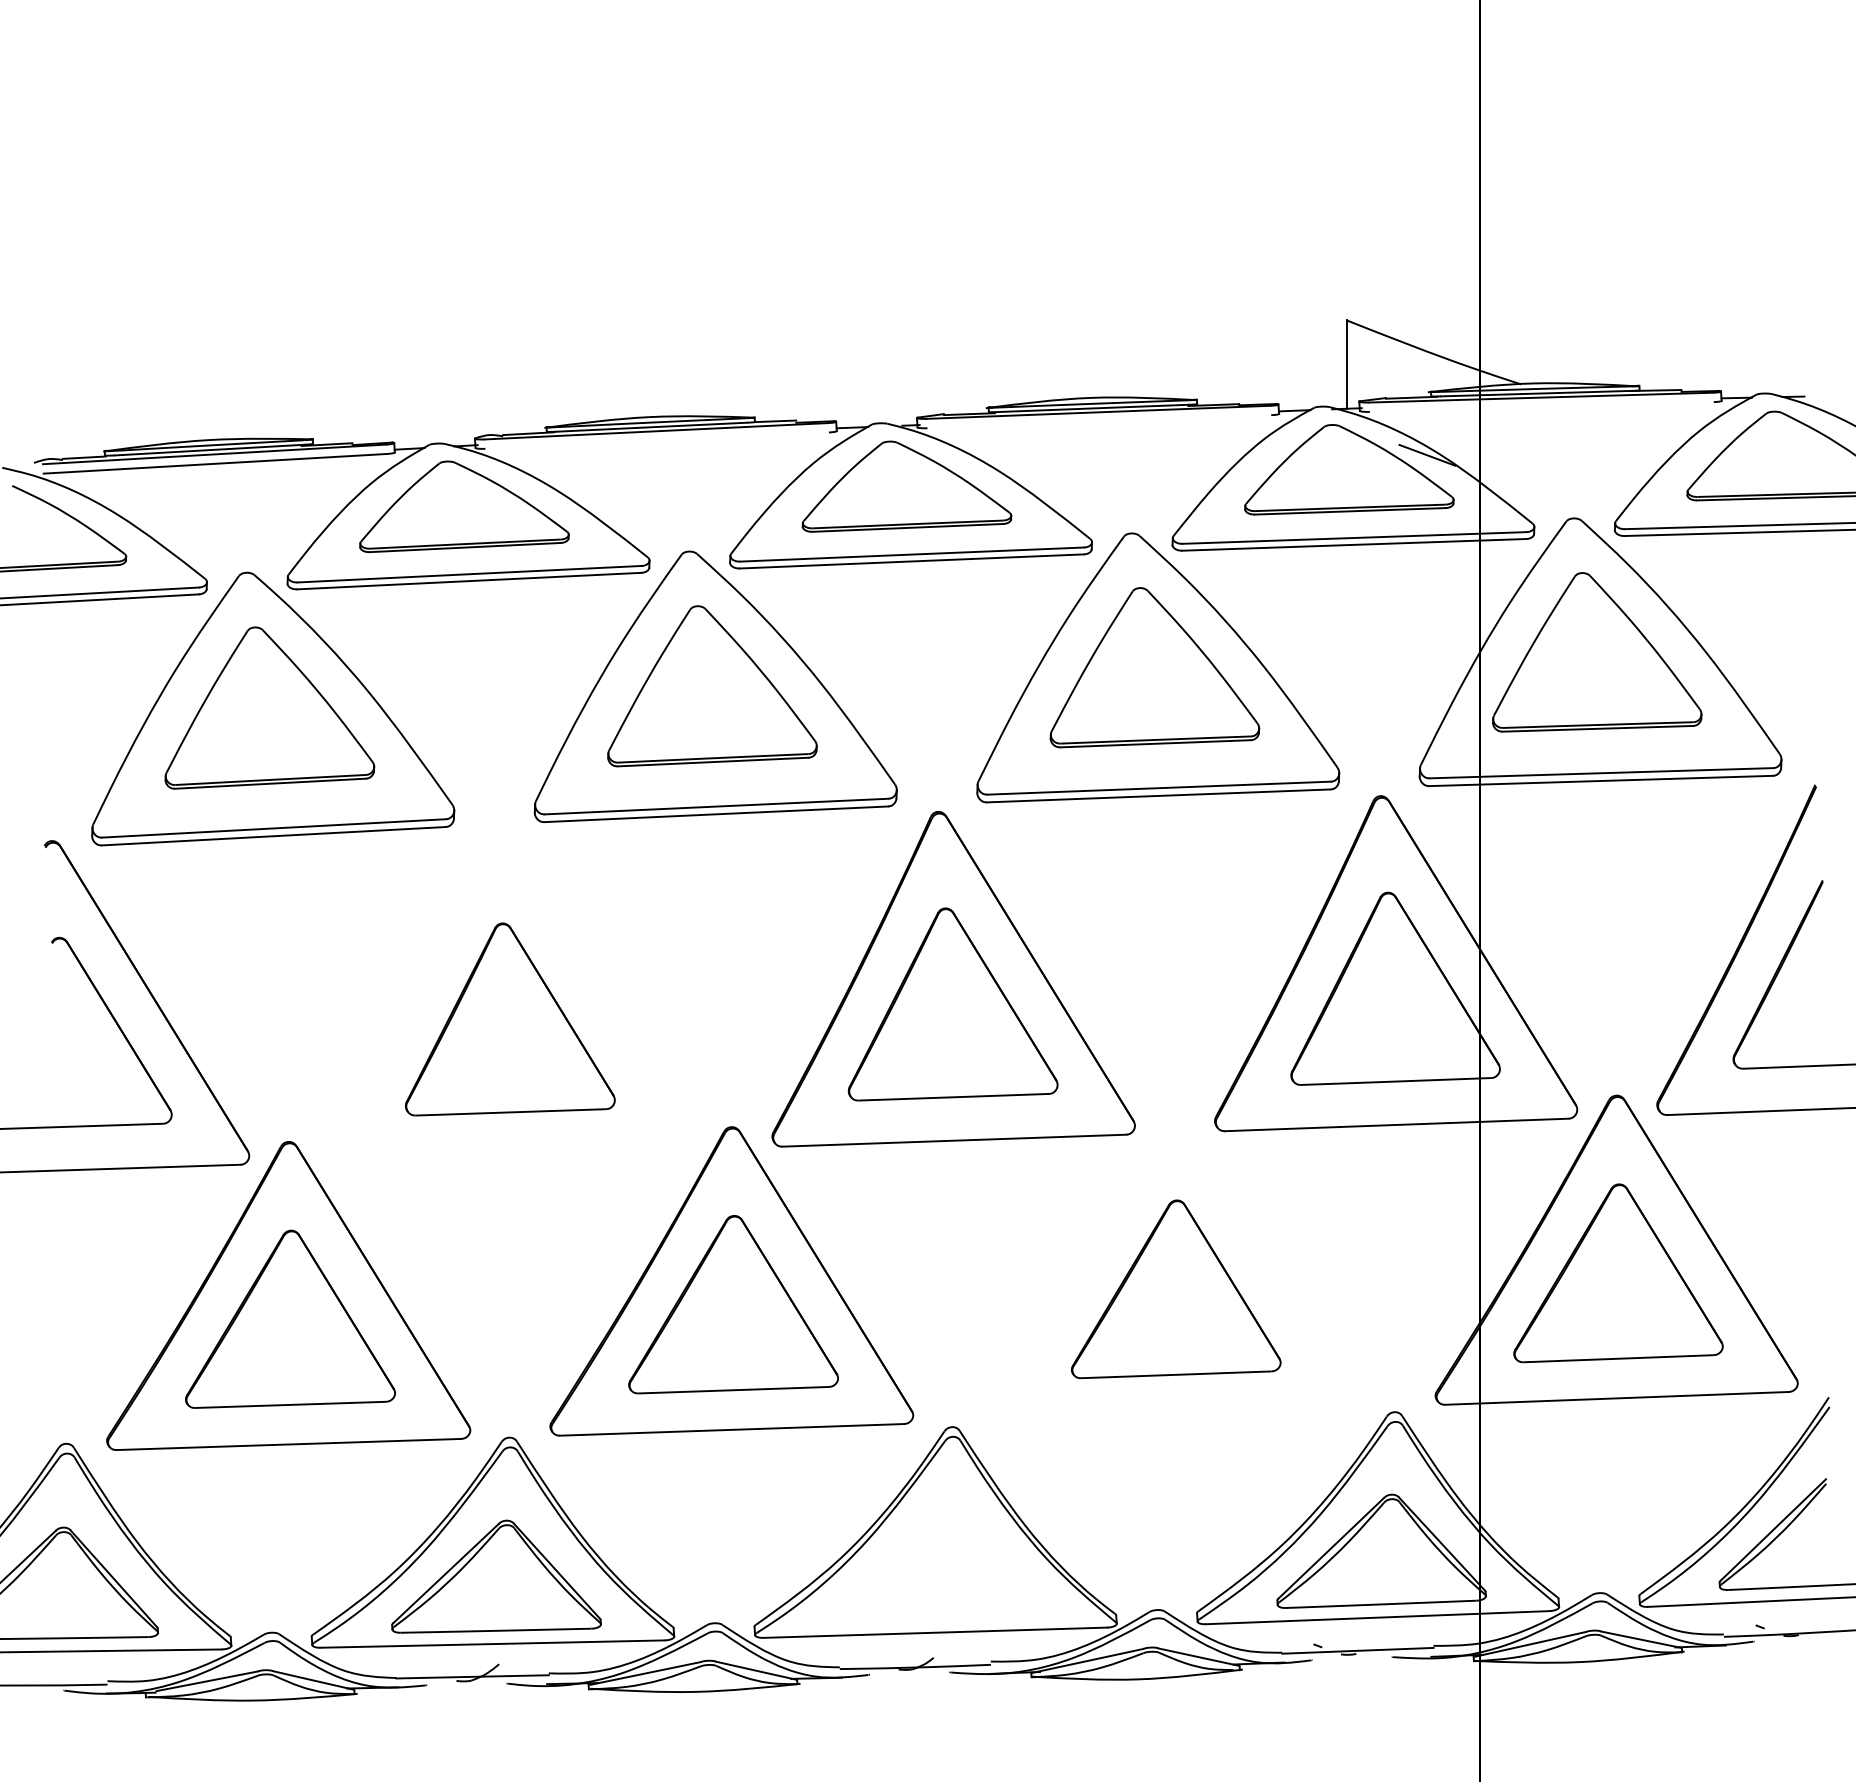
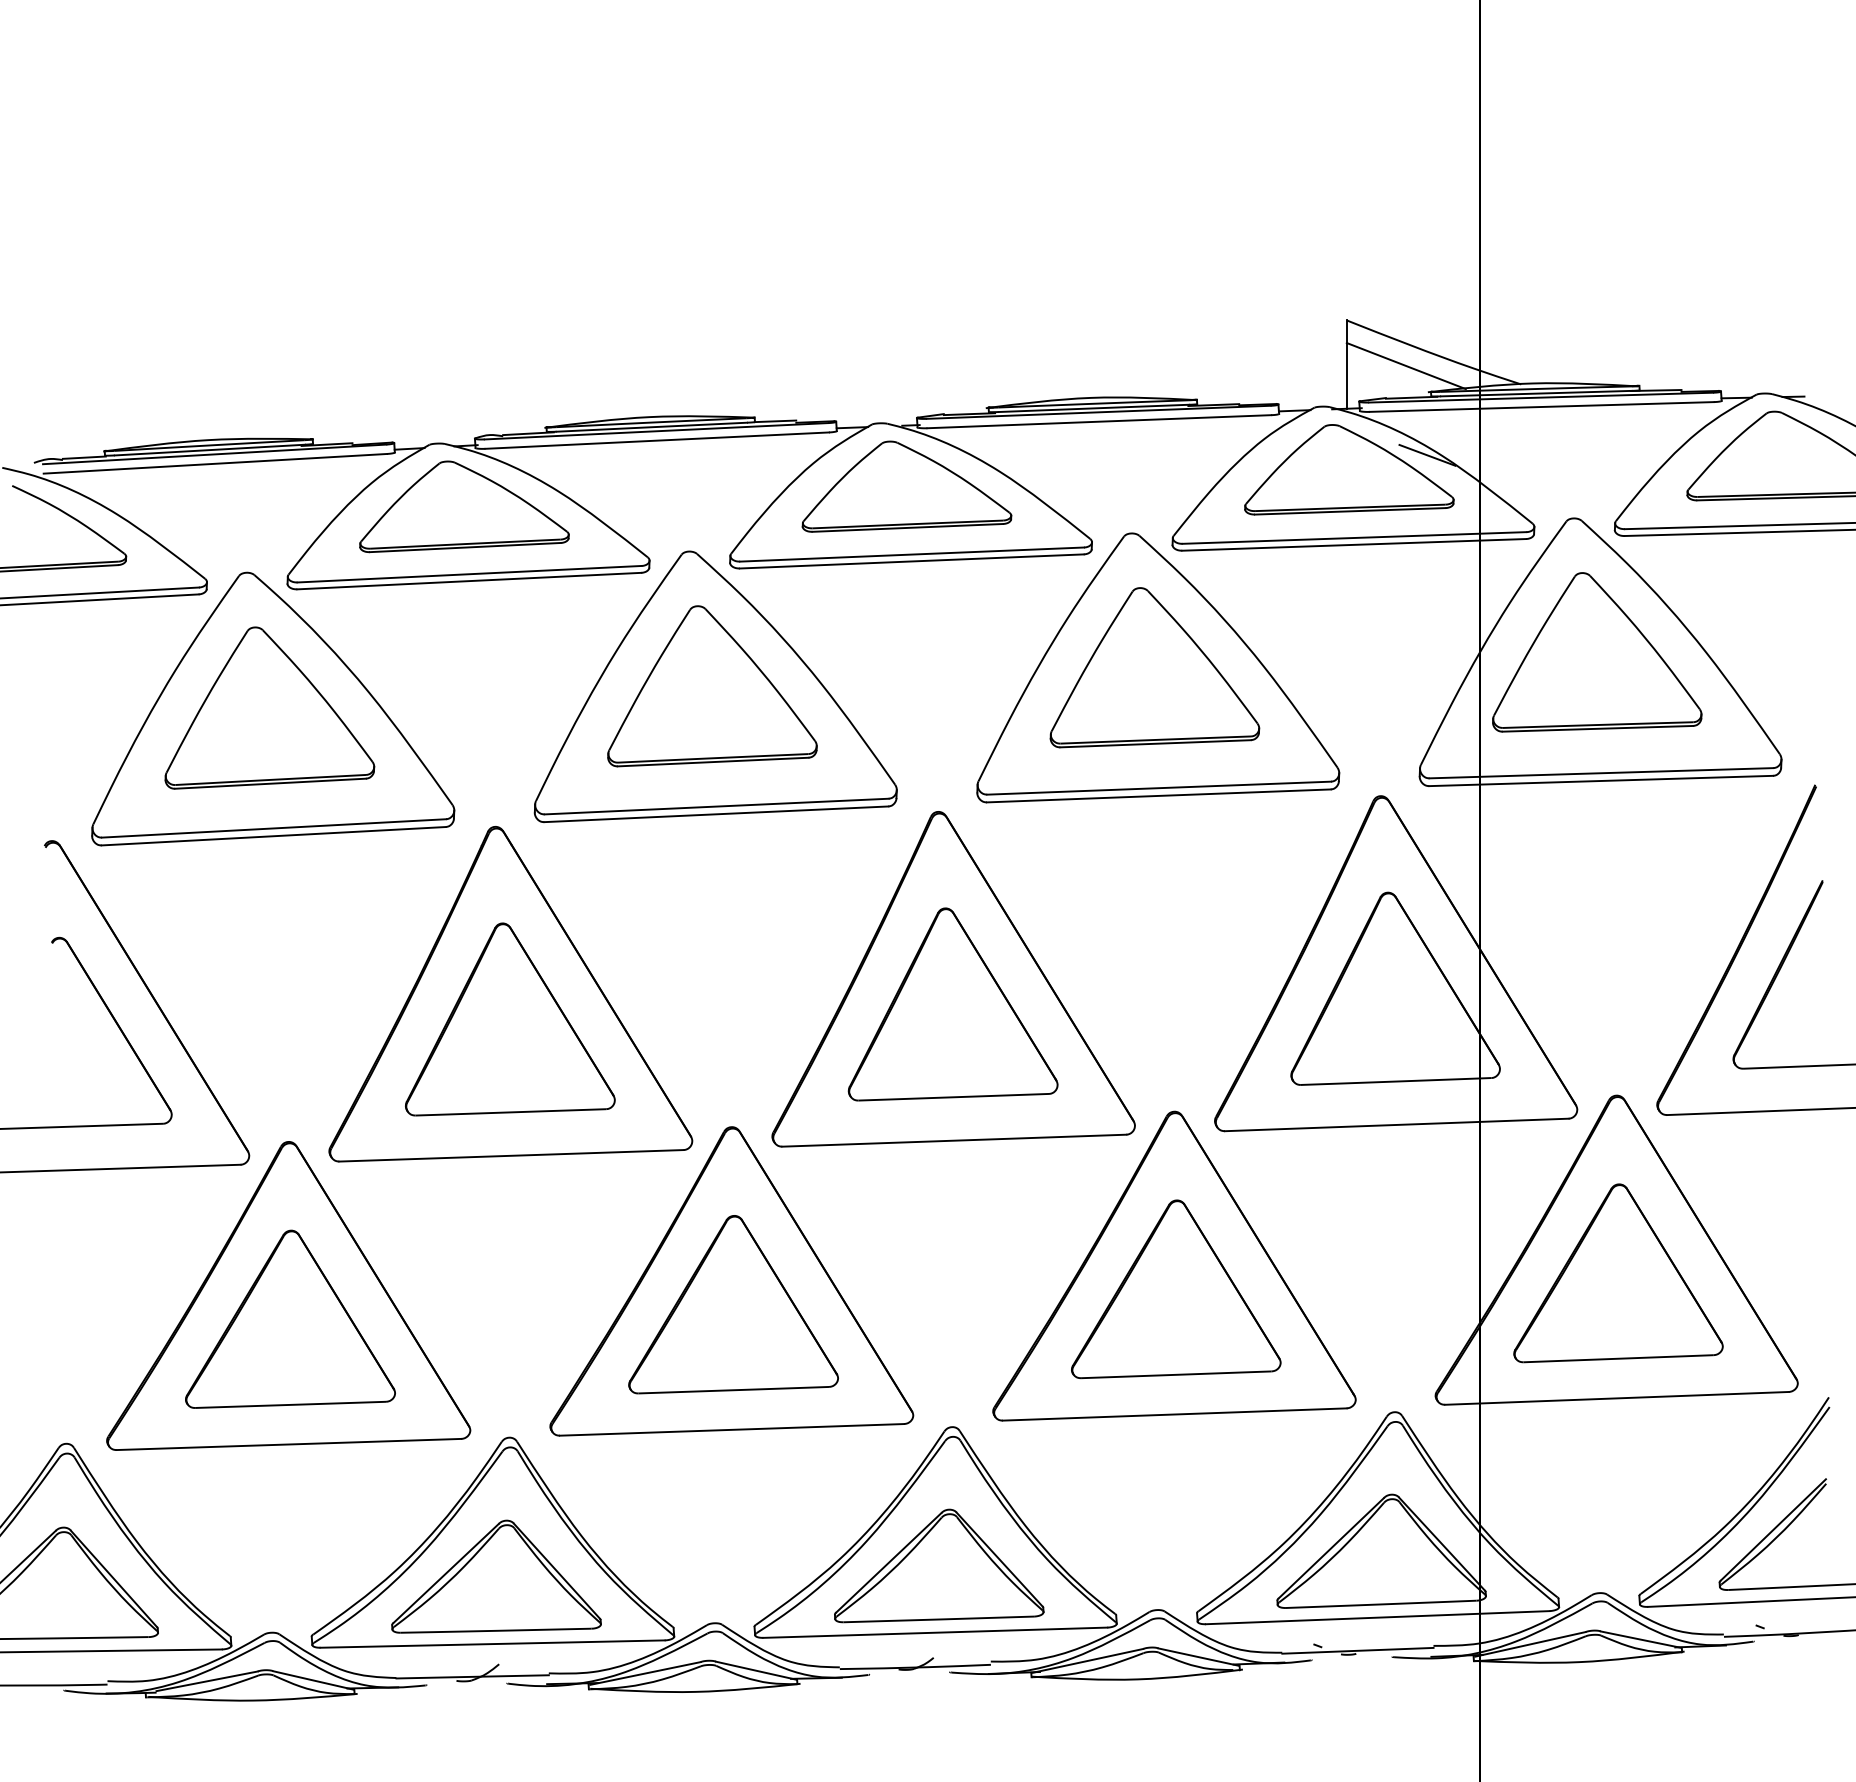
line at (1405, 366): none -> present
line at (1541, 406): none -> present
line at (1099, 421): none -> present
line at (656, 440): none -> present
part at (510, 994): none -> present
part at (1174, 1265): none -> present
part at (939, 1565): none -> present
